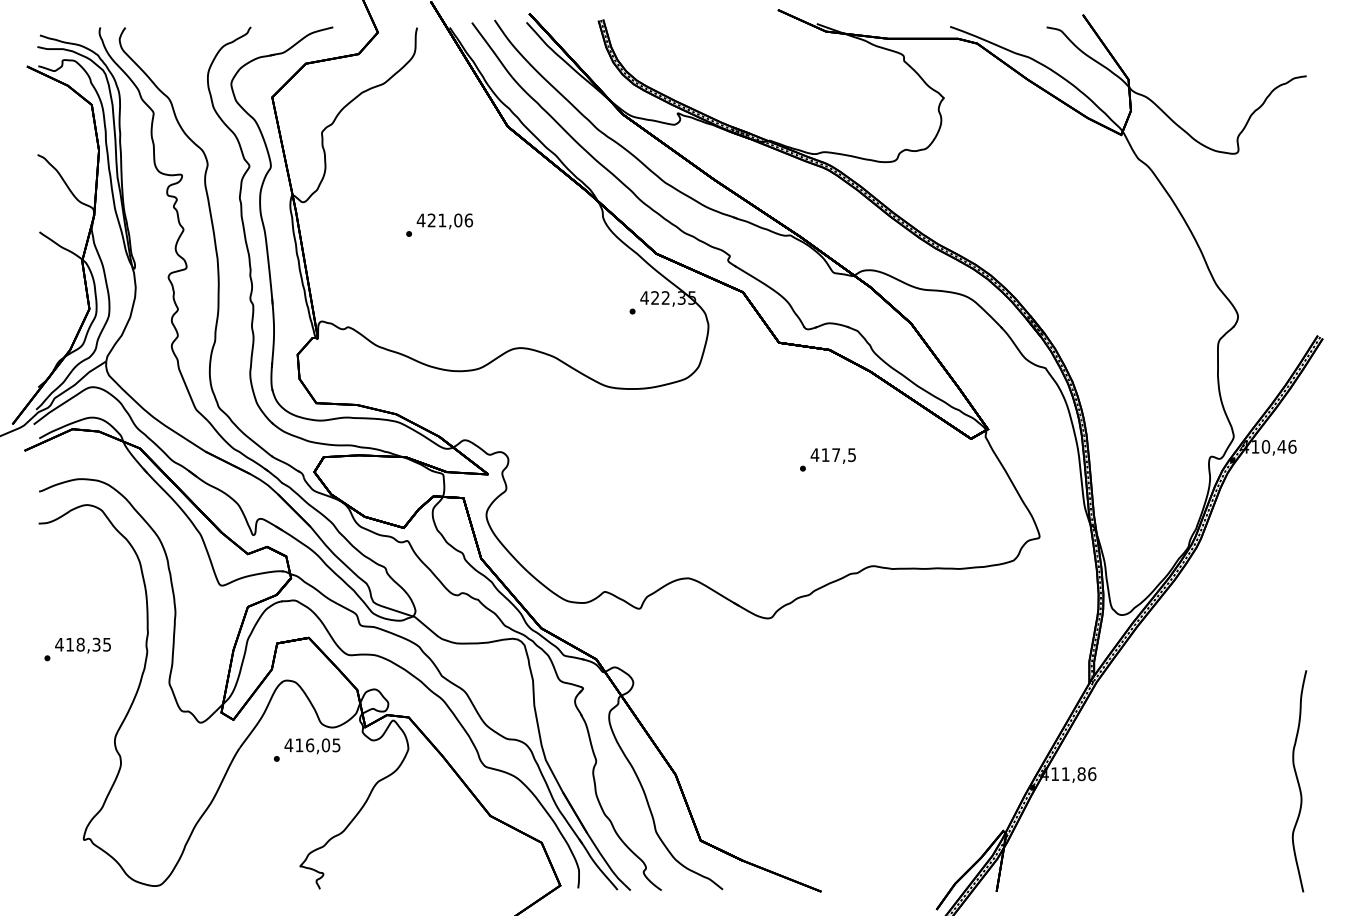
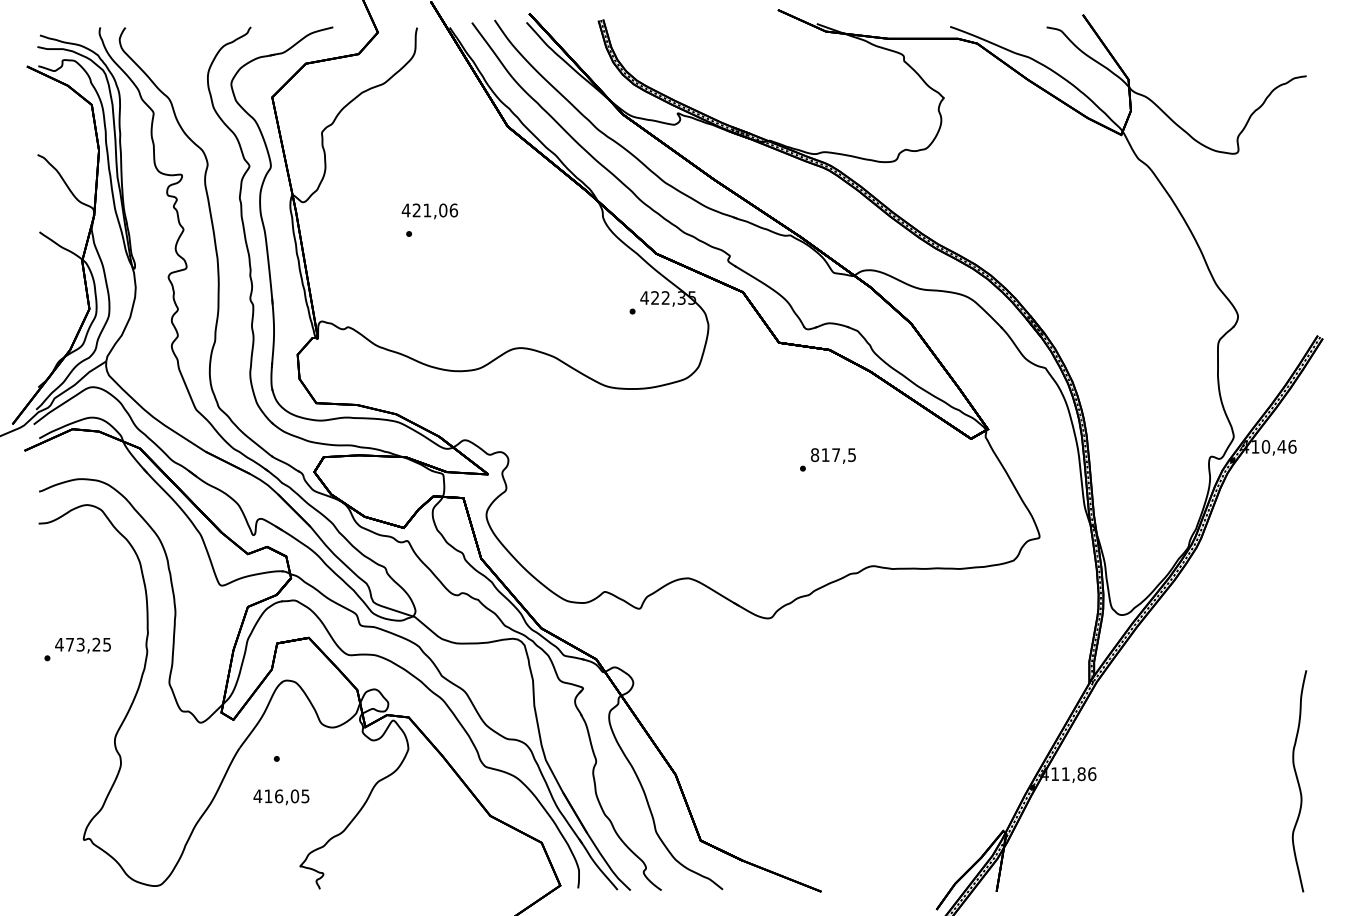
text at (444, 221) position: (444, 221) -> (429, 211)
text at (814, 454): 417,5 -> 817,5
text at (83, 644): 418,35 -> 473,25
text at (312, 746) position: (312, 746) -> (281, 797)
